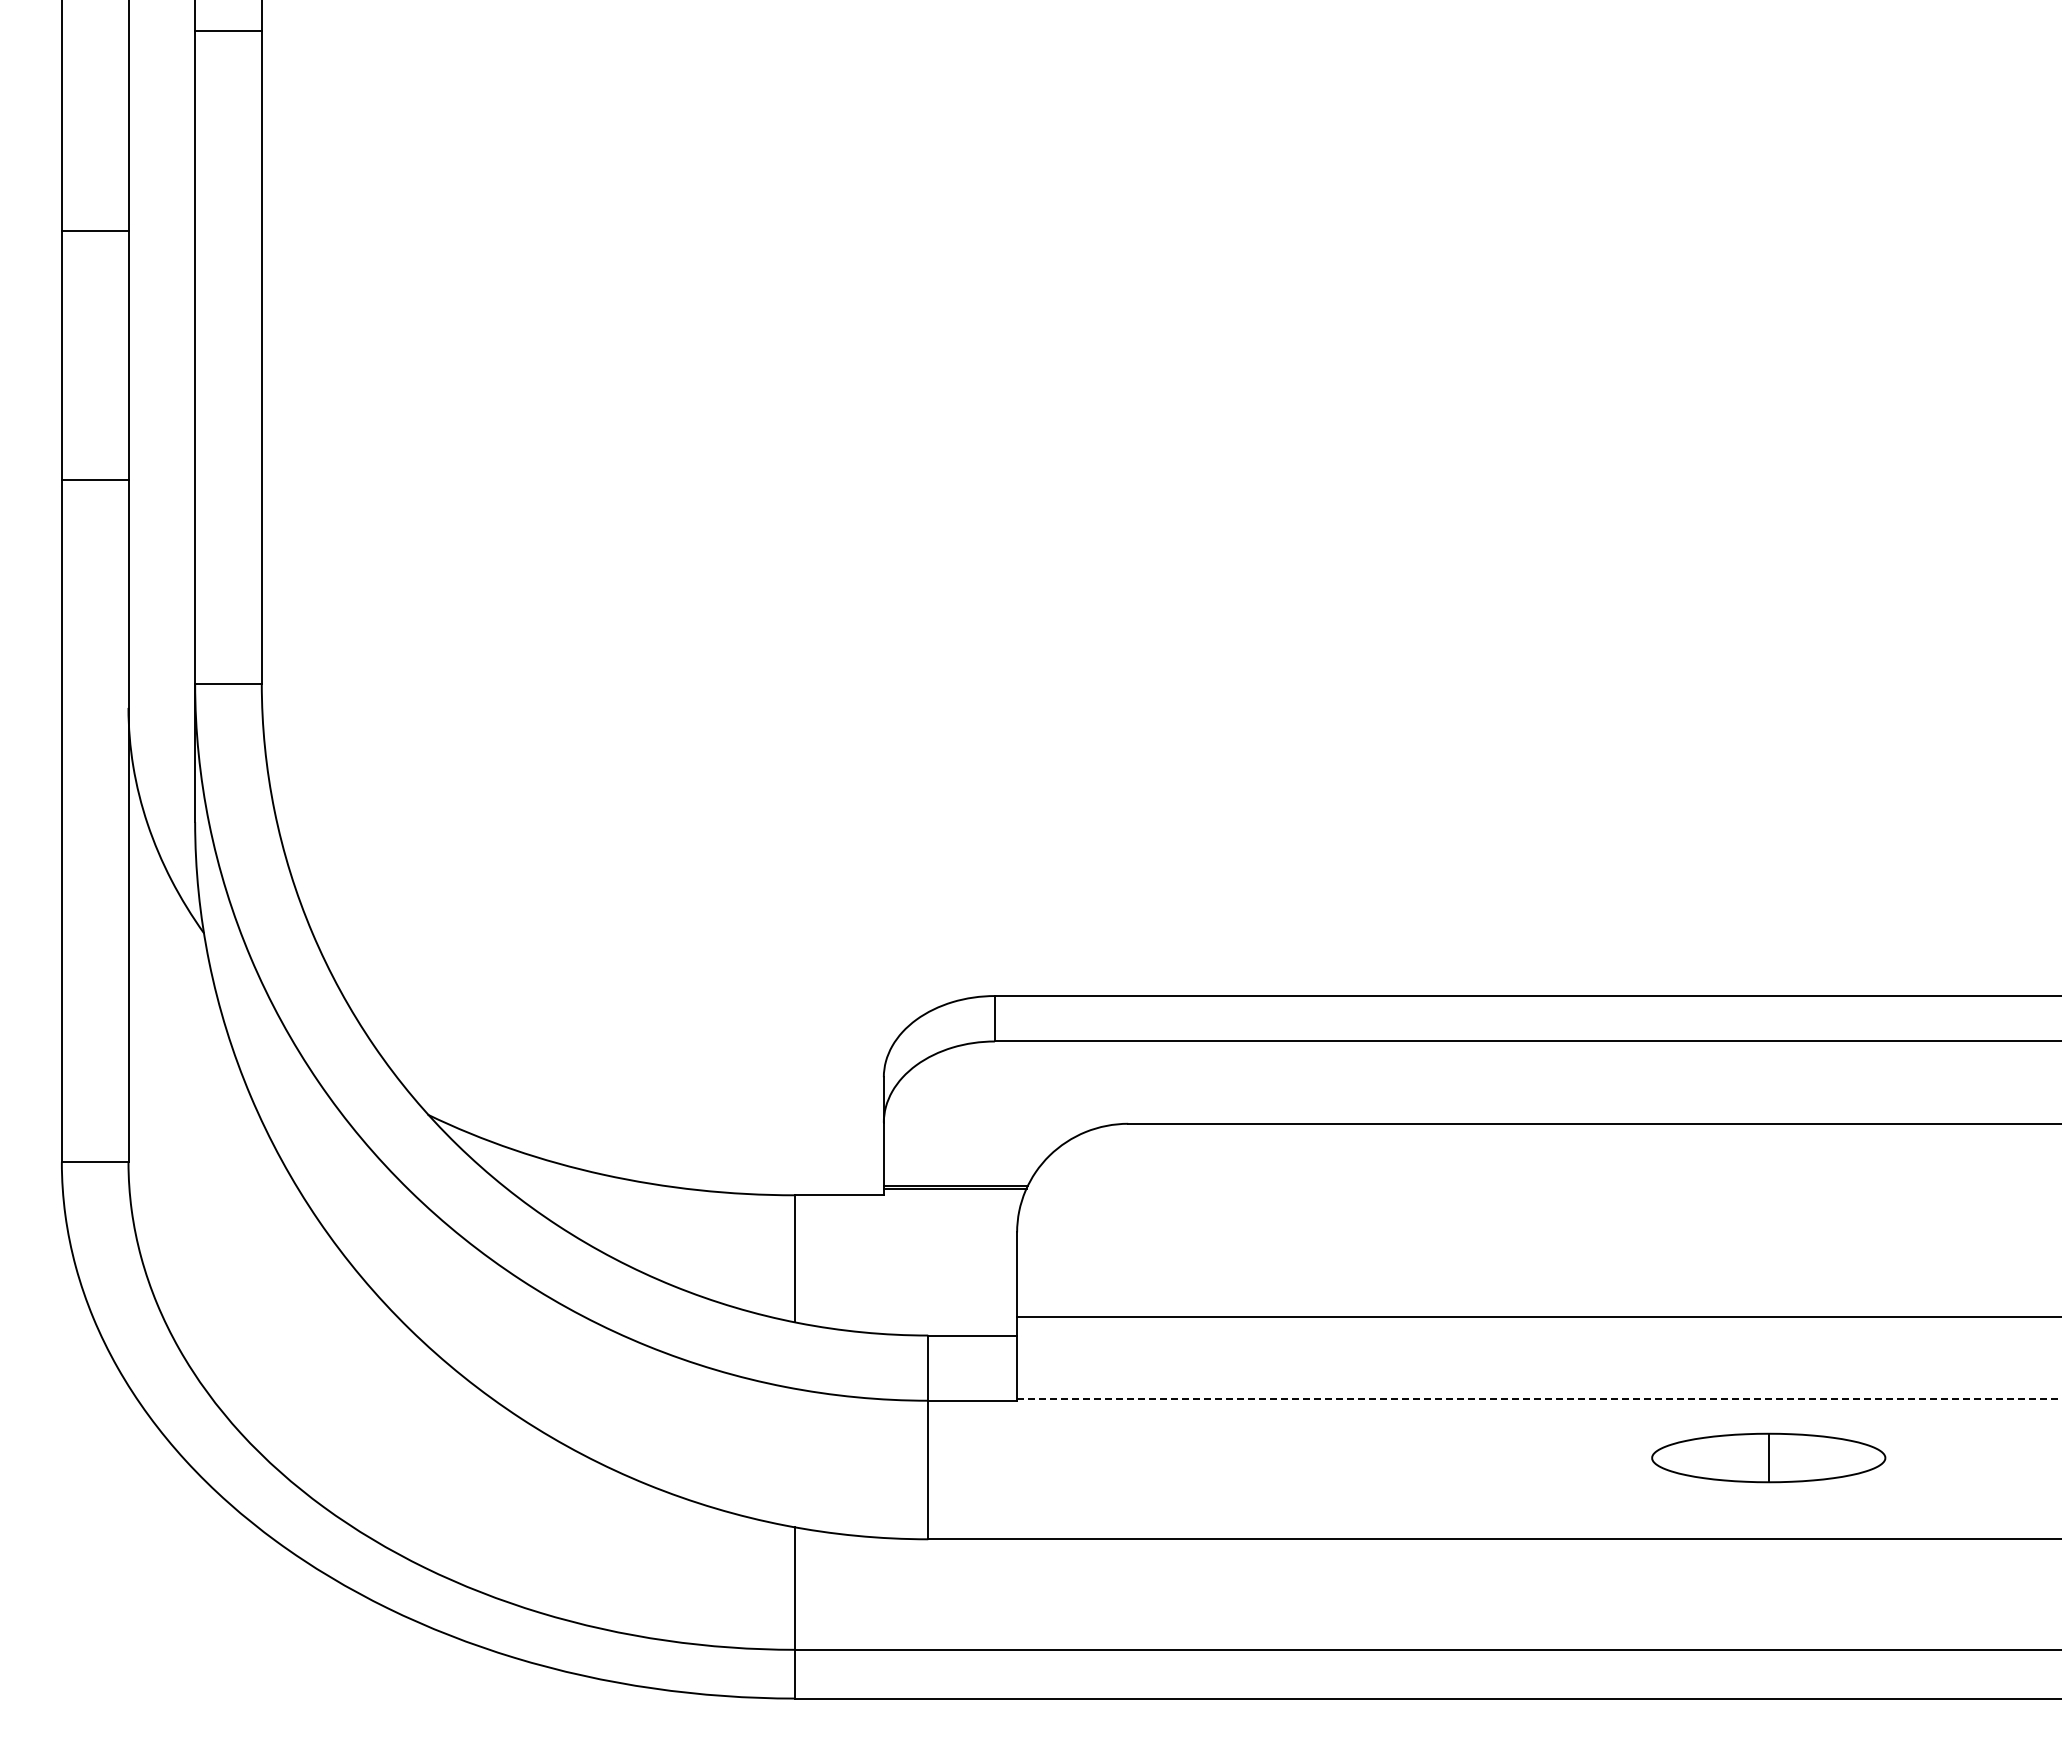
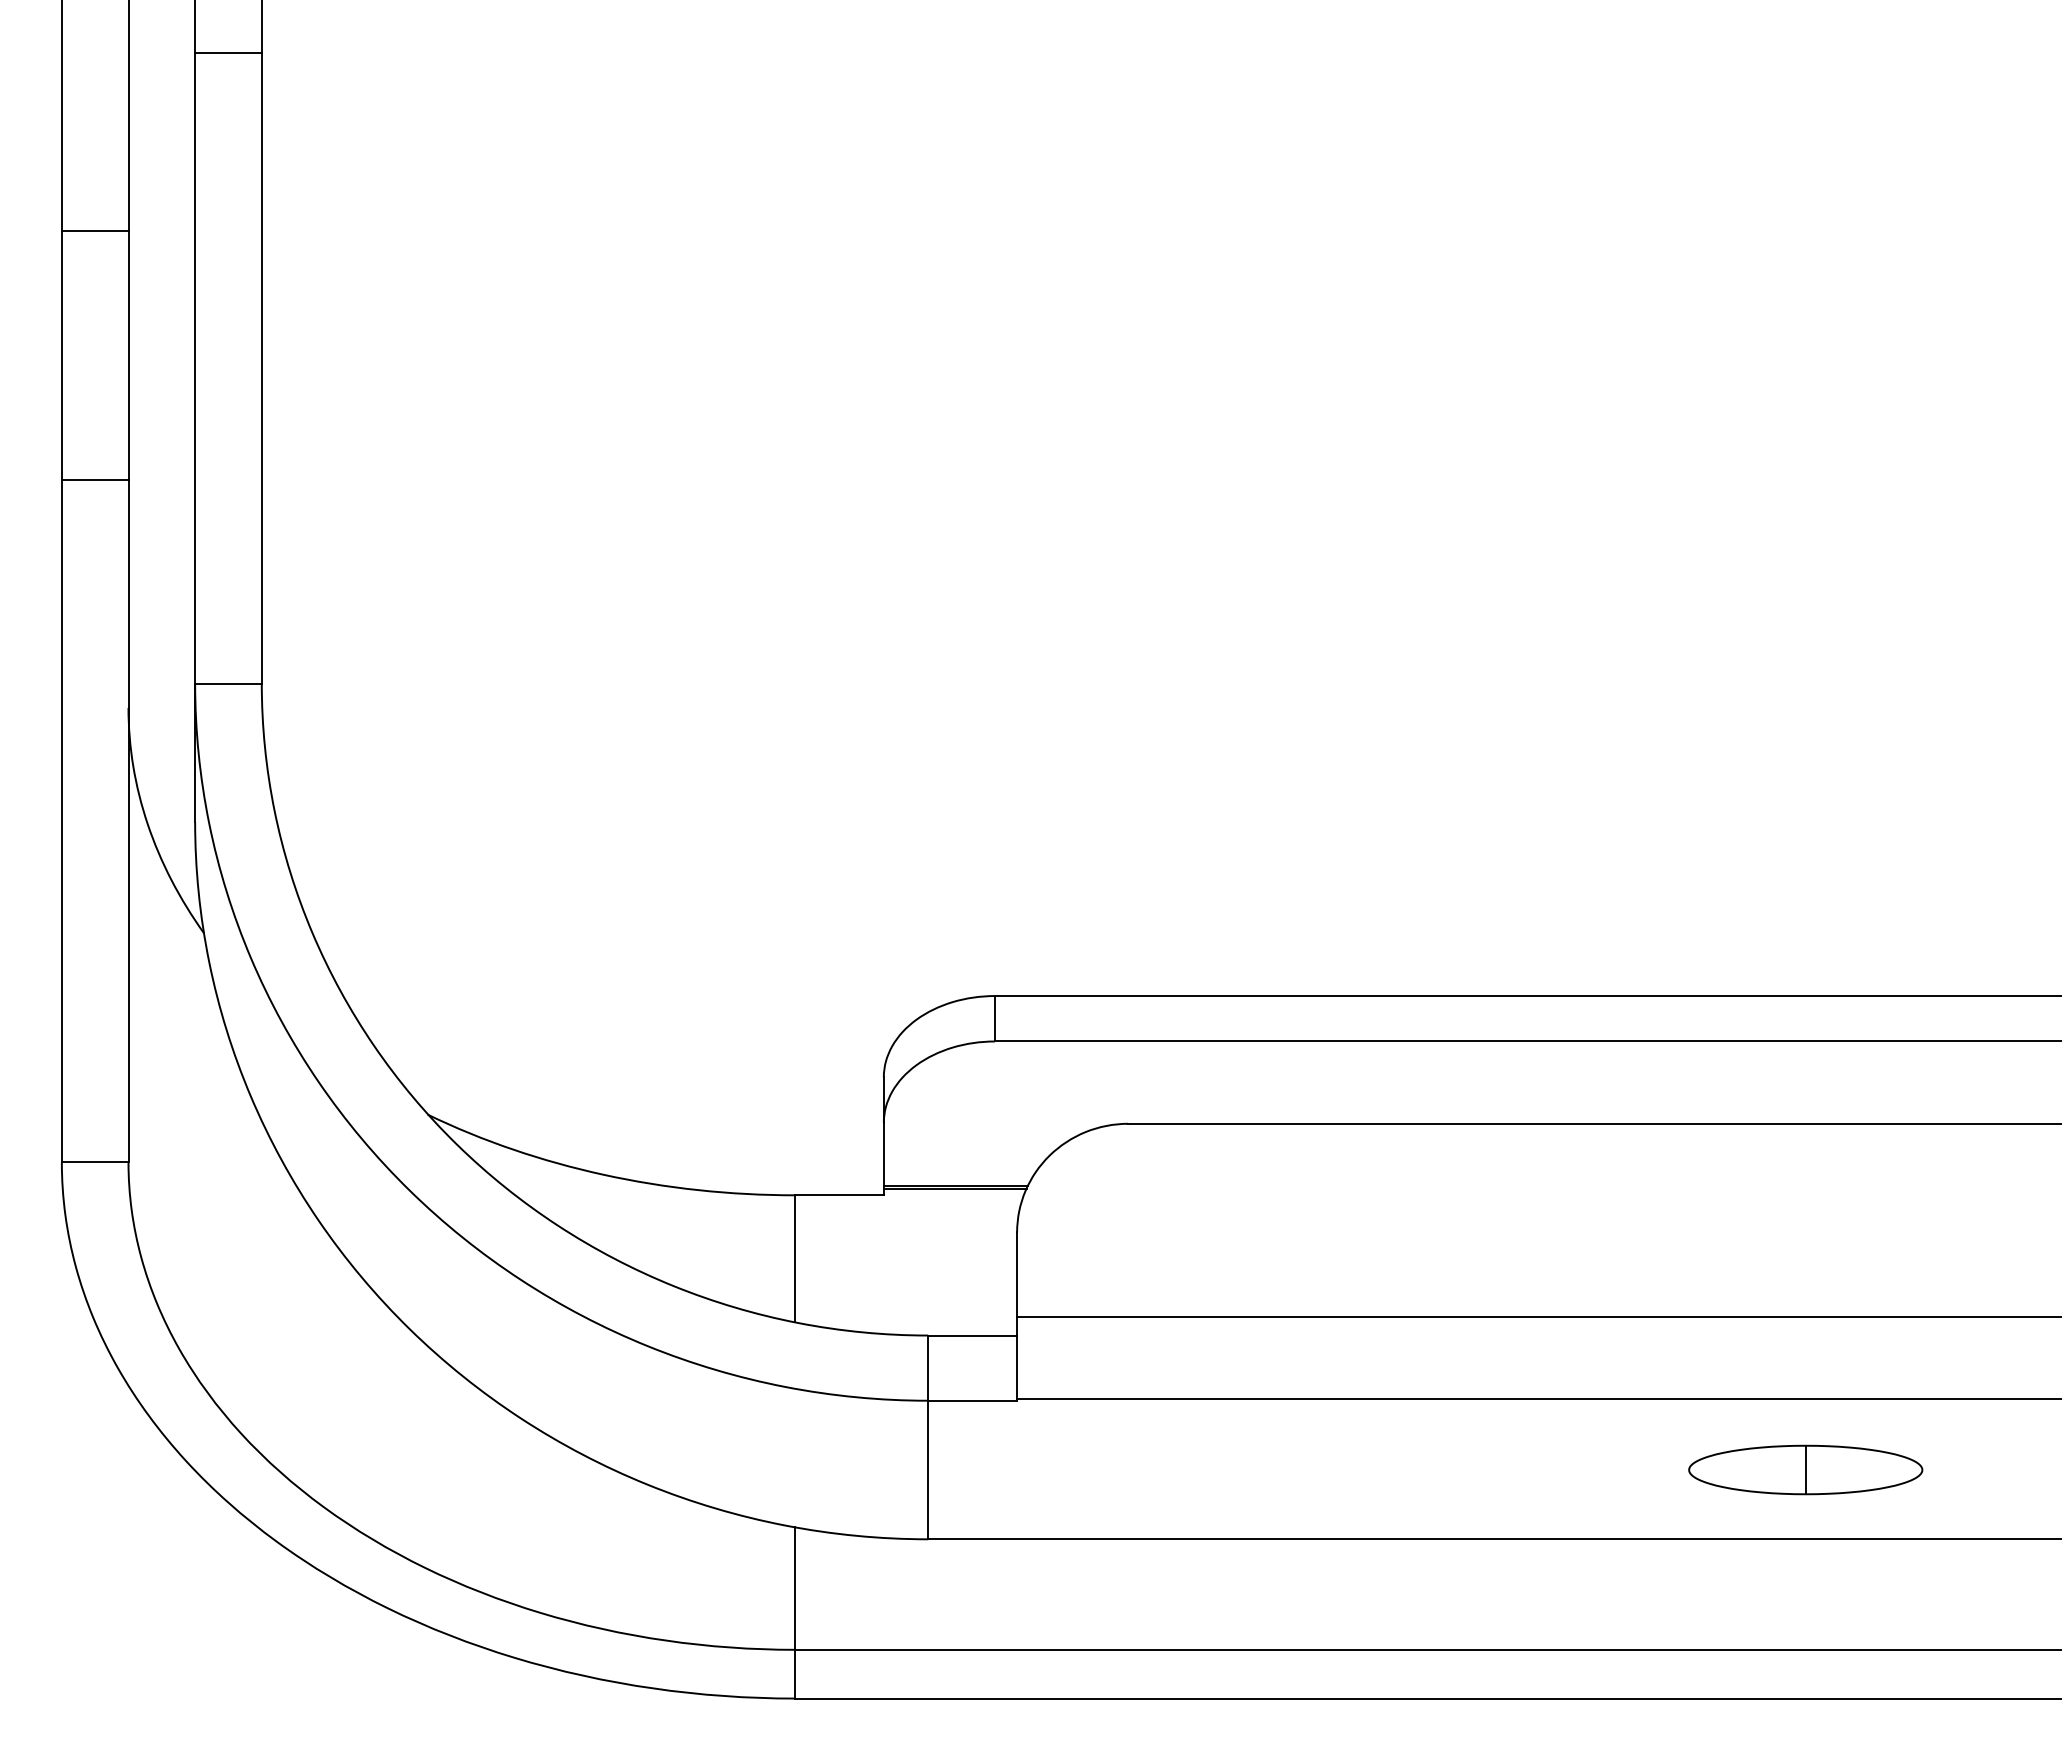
line at (228, 31) position: (228, 31) -> (228, 53)
line at (1539, 1398): dashed -> solid
part at (1768, 1457) position: (1768, 1457) -> (1805, 1469)
